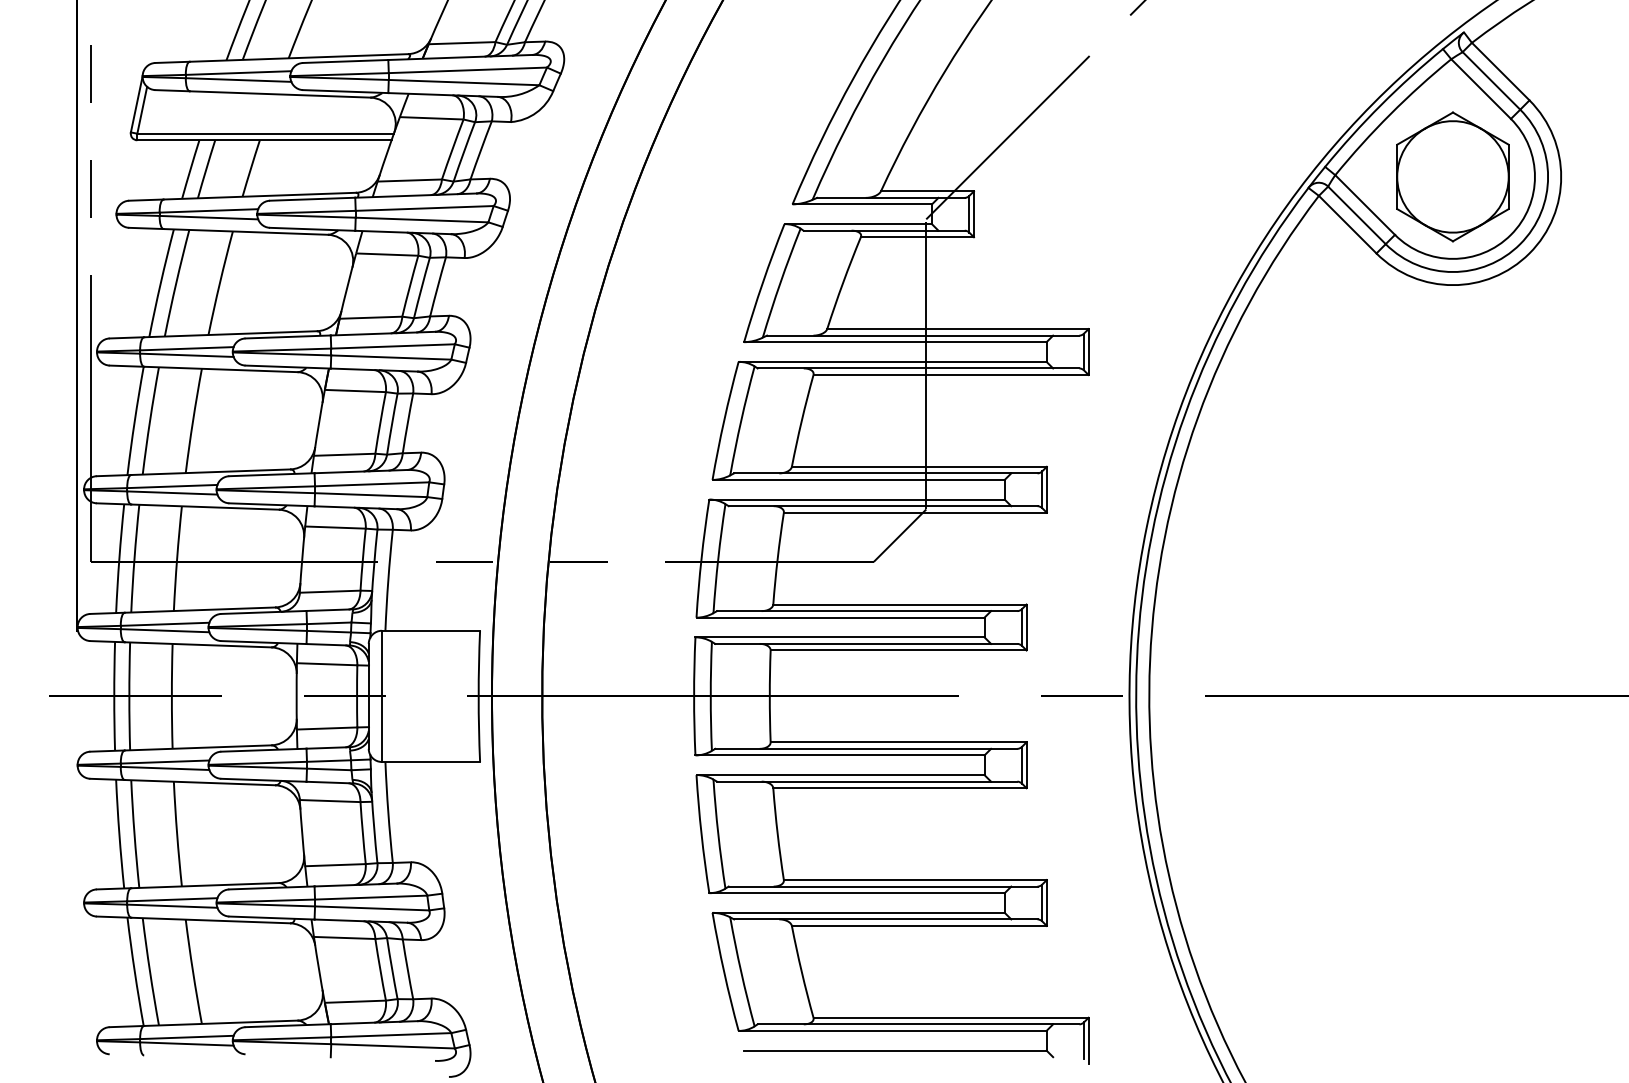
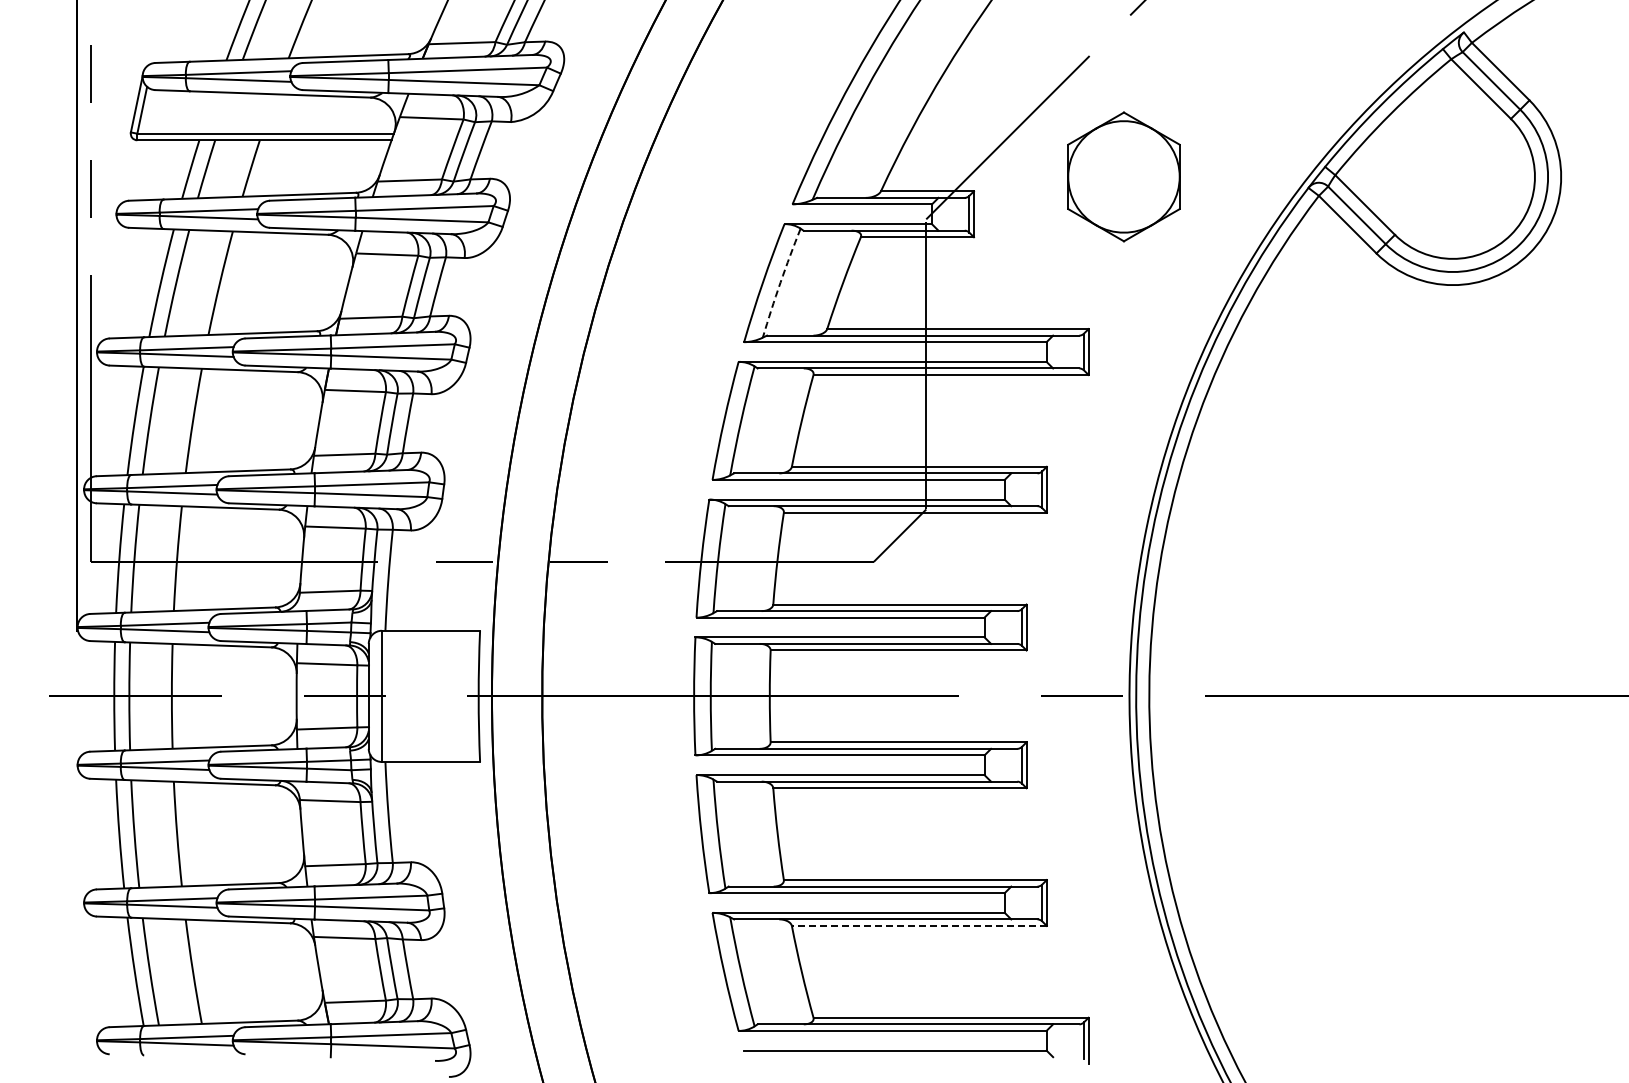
part at (1452, 176) position: (1452, 176) -> (1123, 176)
arc at (780, 282): solid -> dashed
line at (918, 925): solid -> dashed
